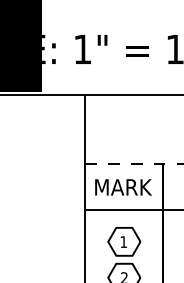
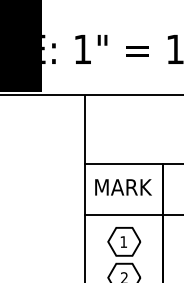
line at (134, 163): dashed -> solid
line at (132, 210) position: (132, 210) -> (132, 215)
